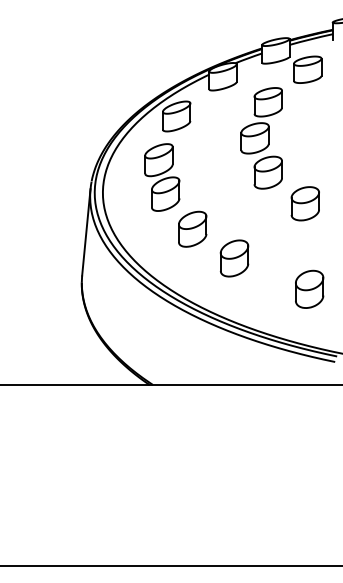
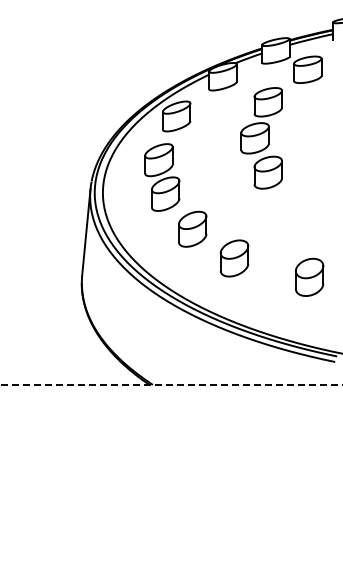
part at (304, 203): present -> none
part at (309, 288) position: (309, 288) -> (309, 276)
line at (171, 384): solid -> dashed
line at (170, 565): present -> none
